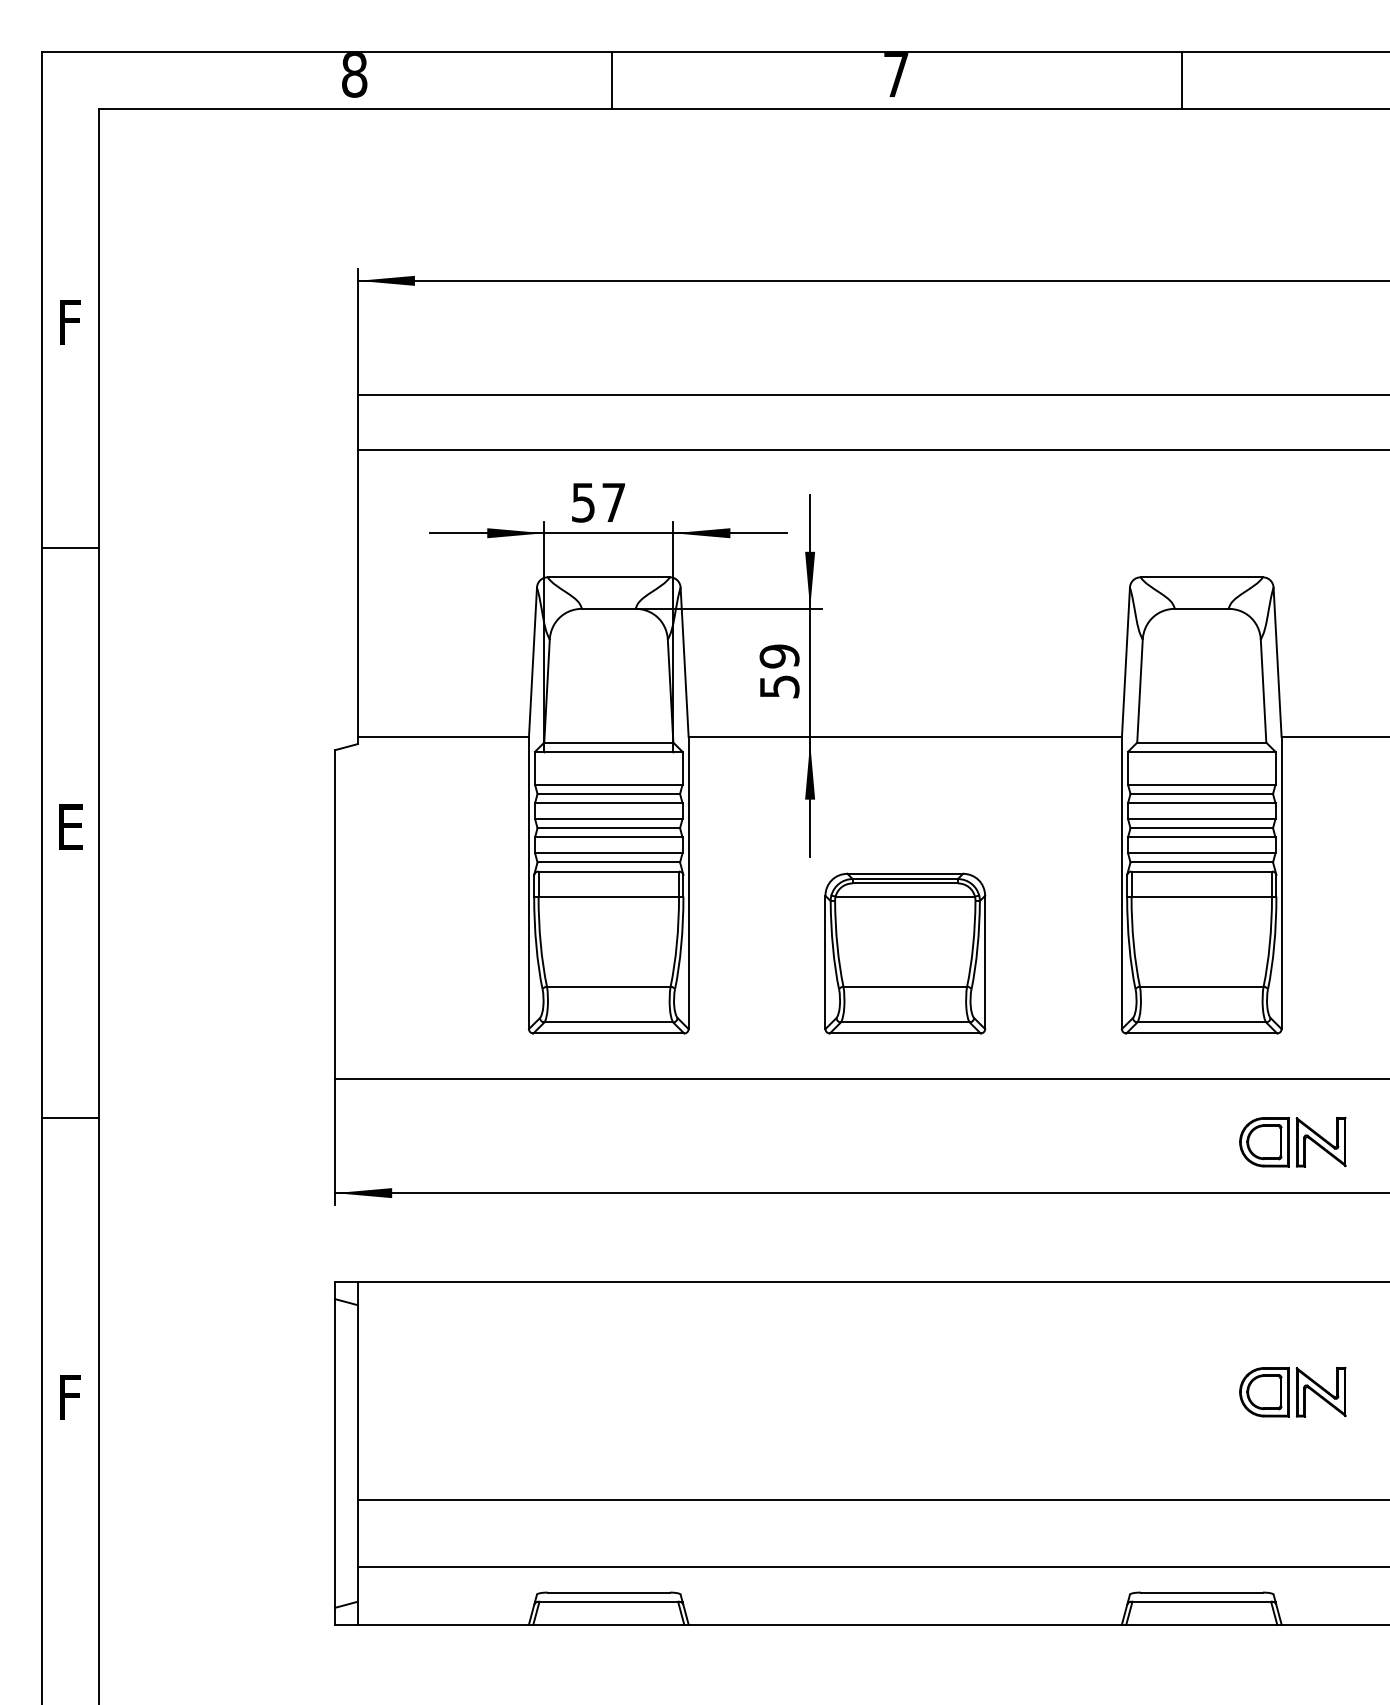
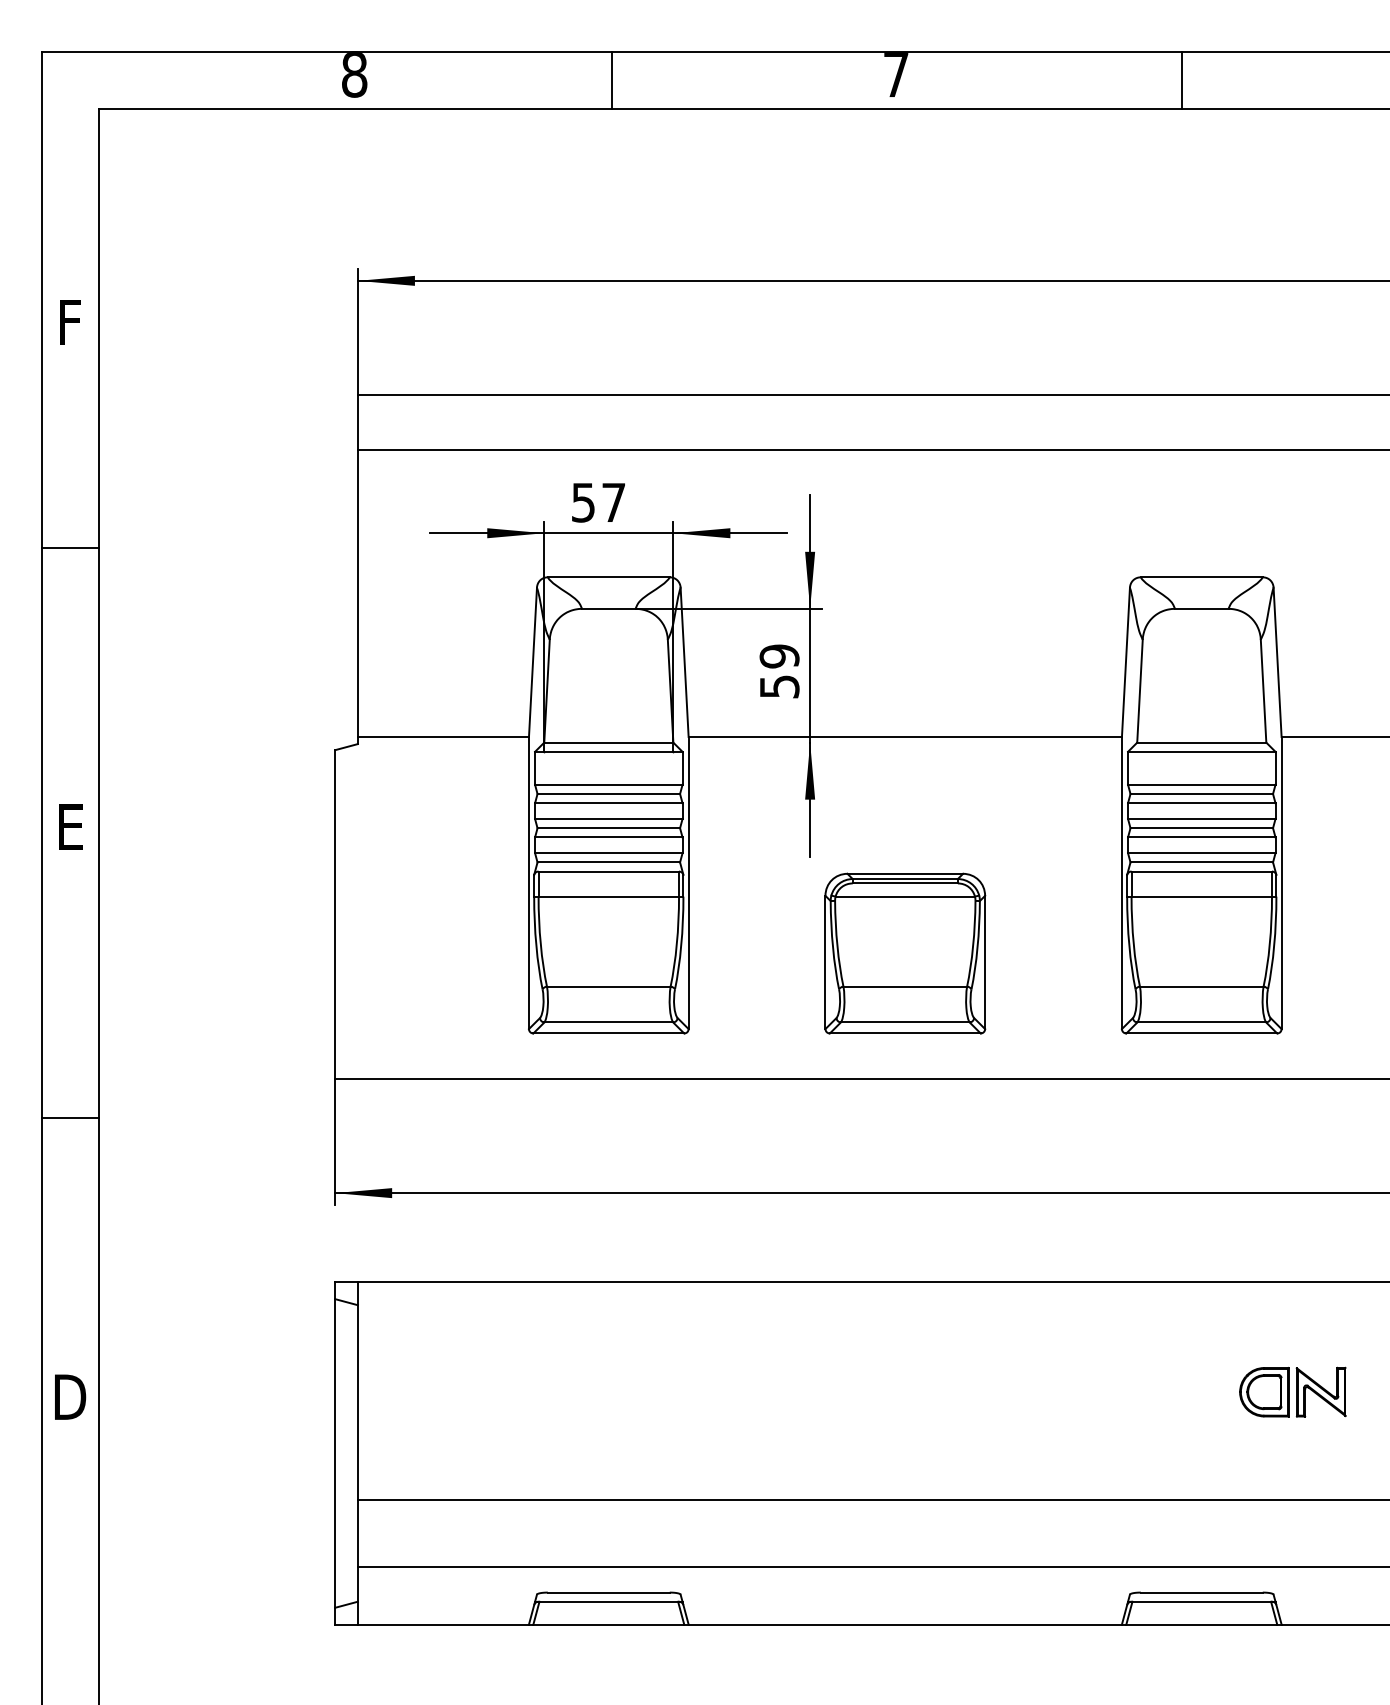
part at (1292, 1141): present -> none
text at (70, 1396): F -> D
